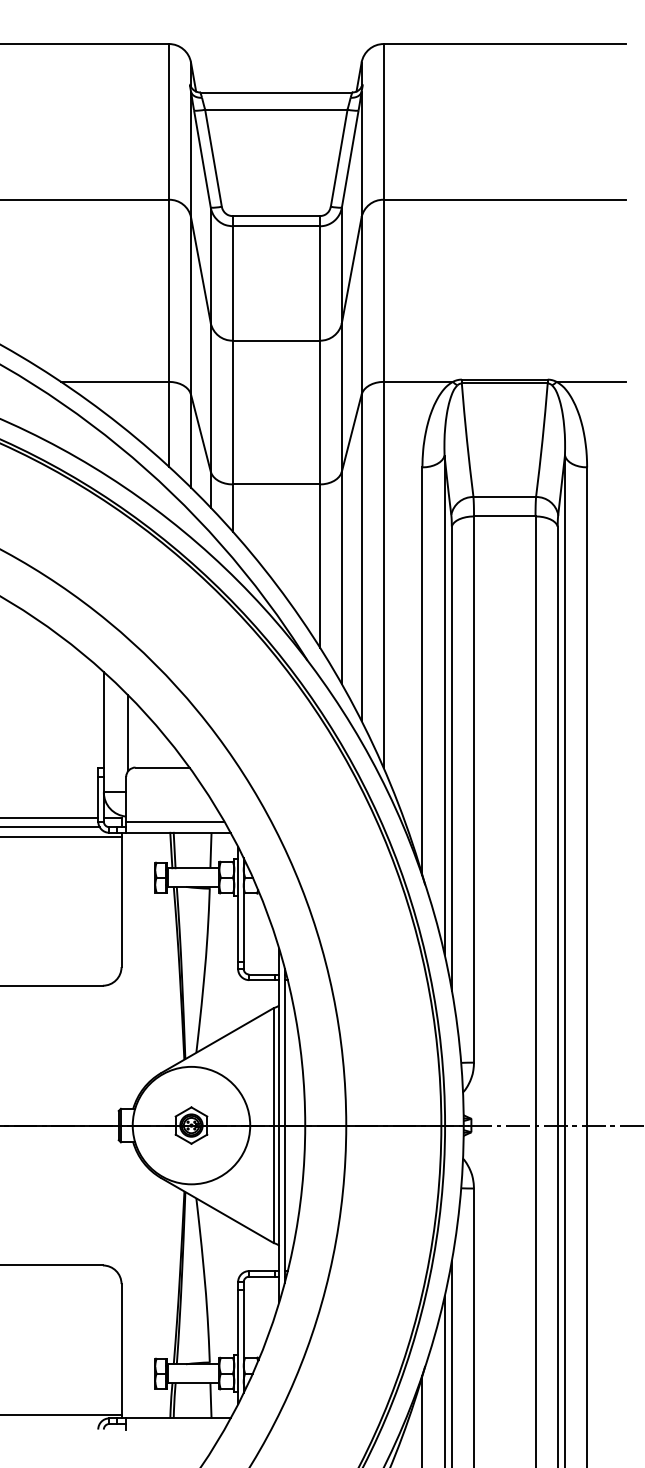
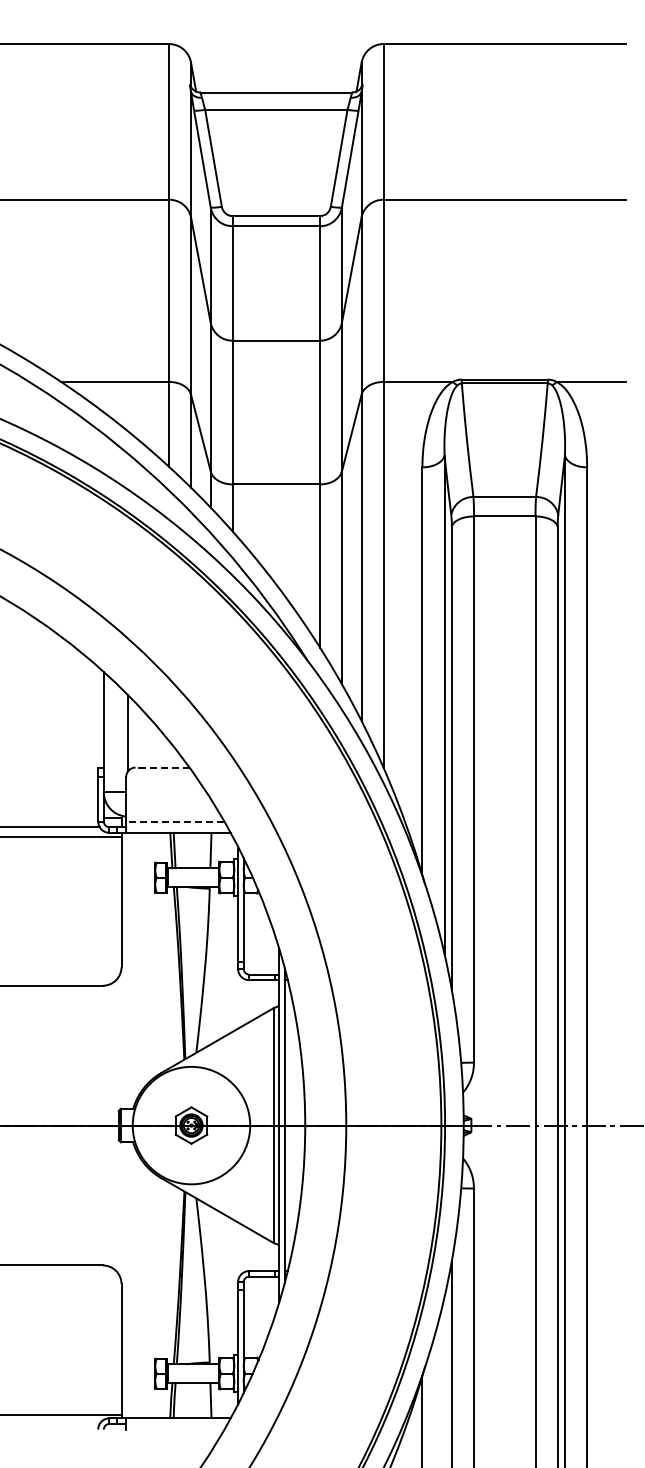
line at (162, 767): solid -> dashed
line at (50, 817): present -> none
line at (174, 821): solid -> dashed
line at (444, 1380): present -> none
